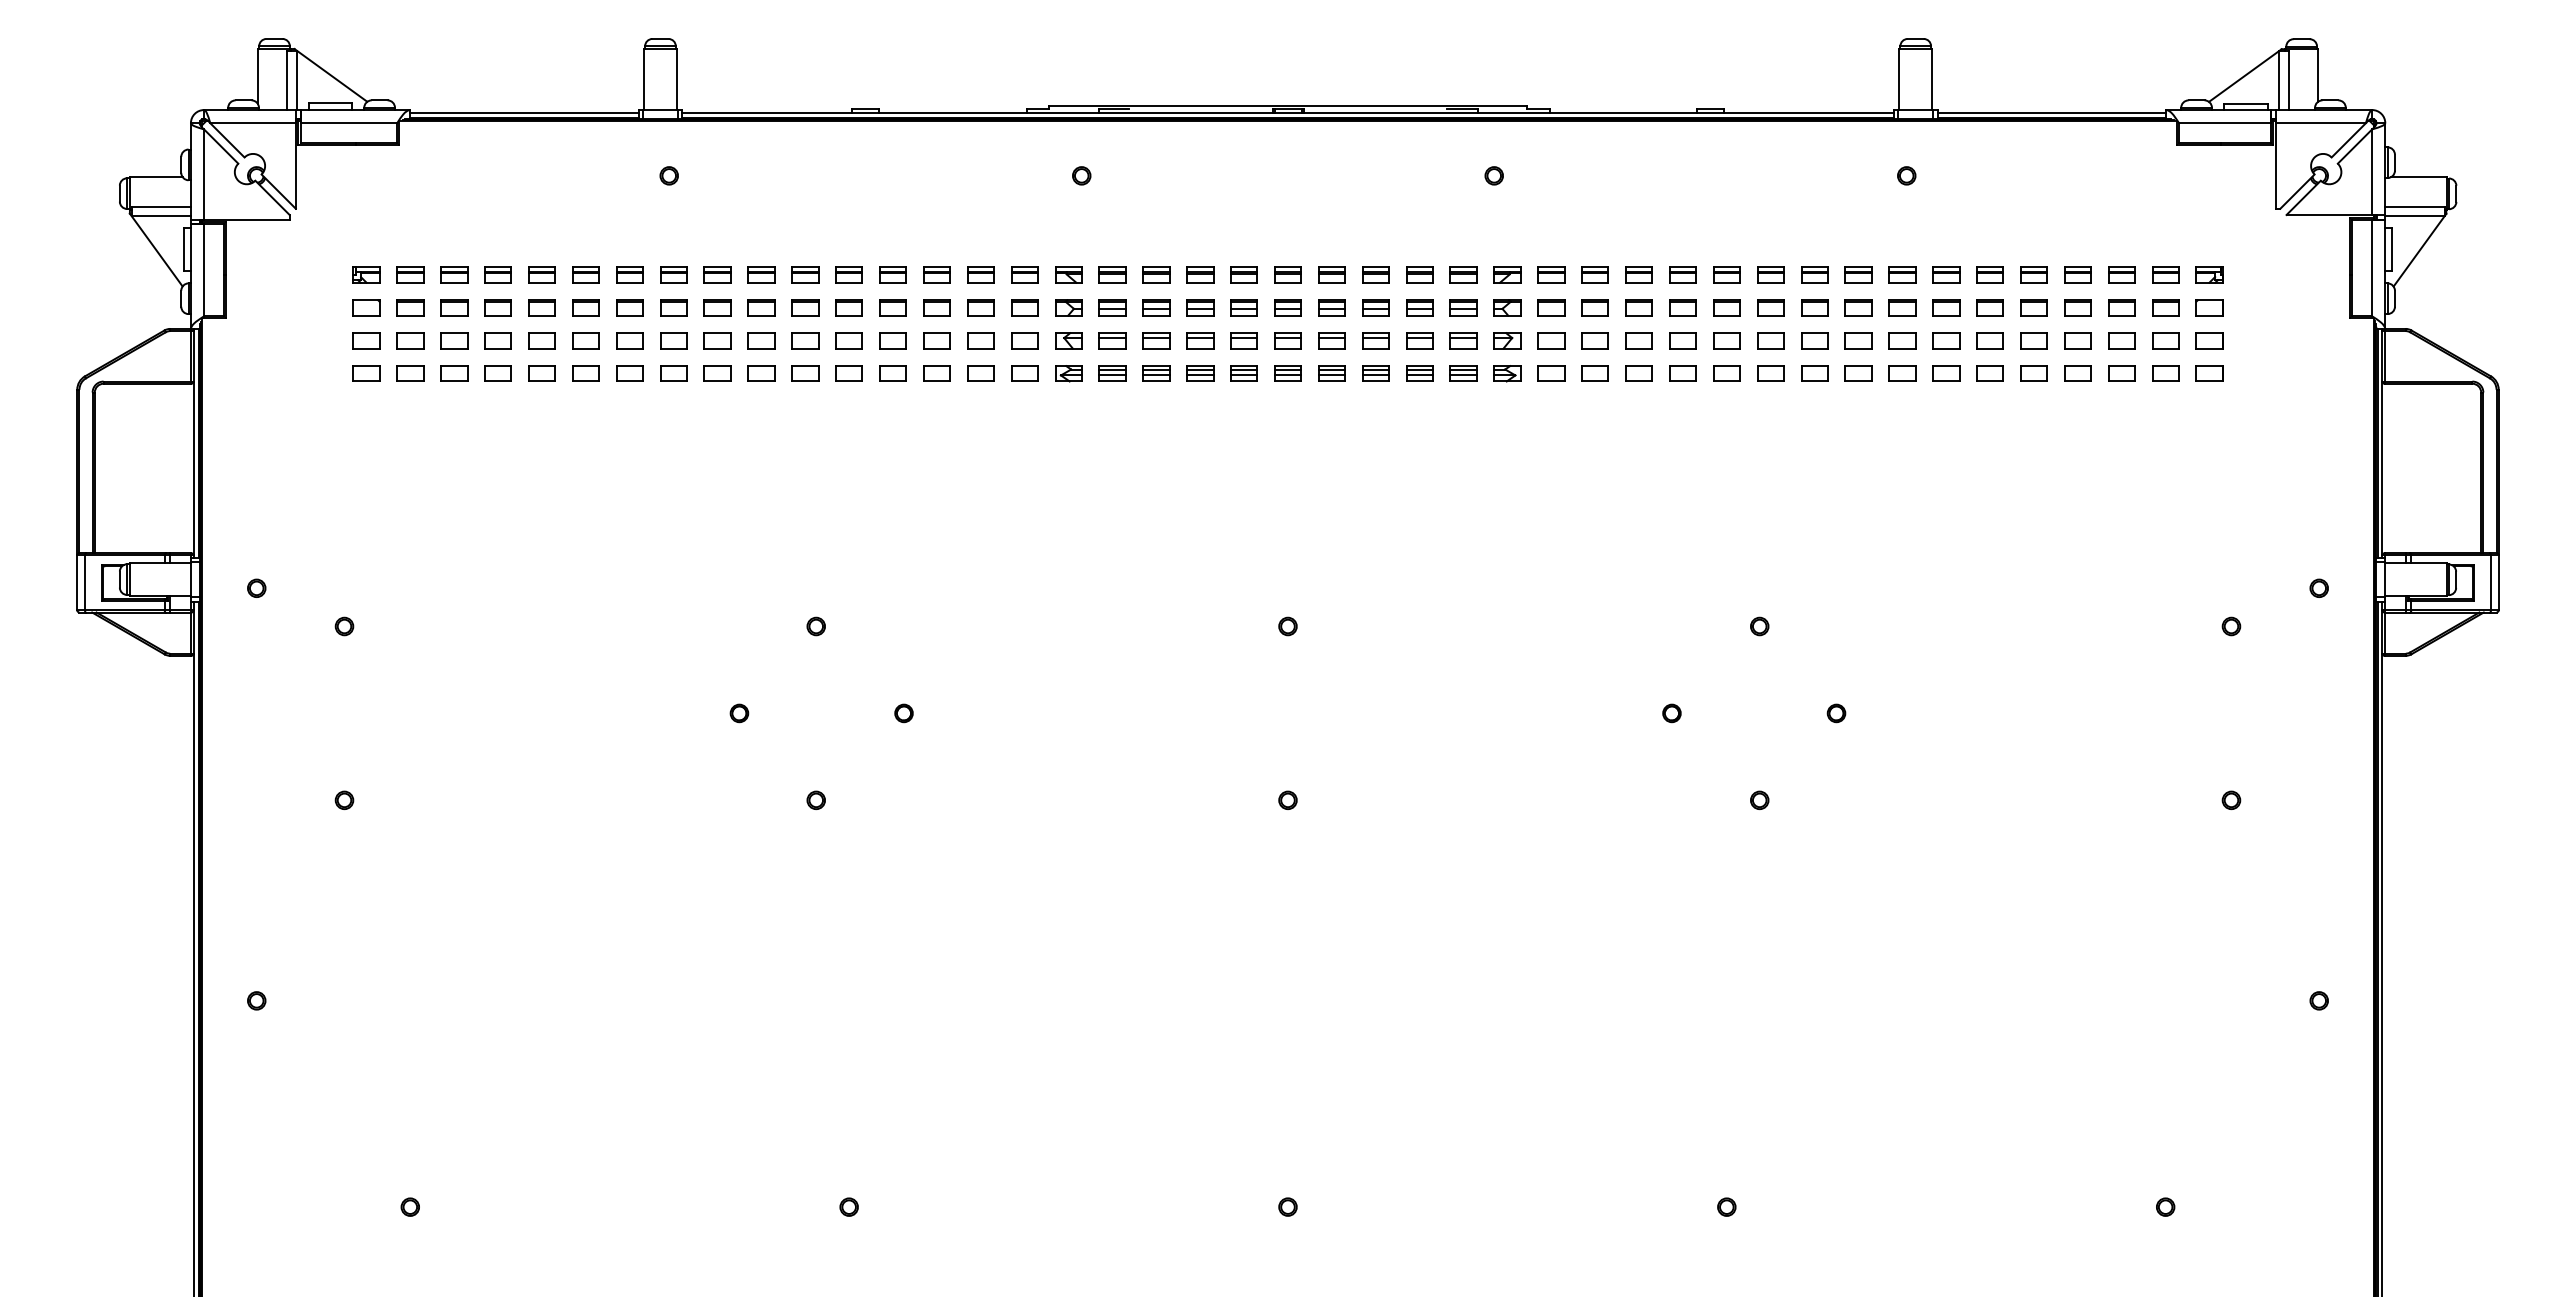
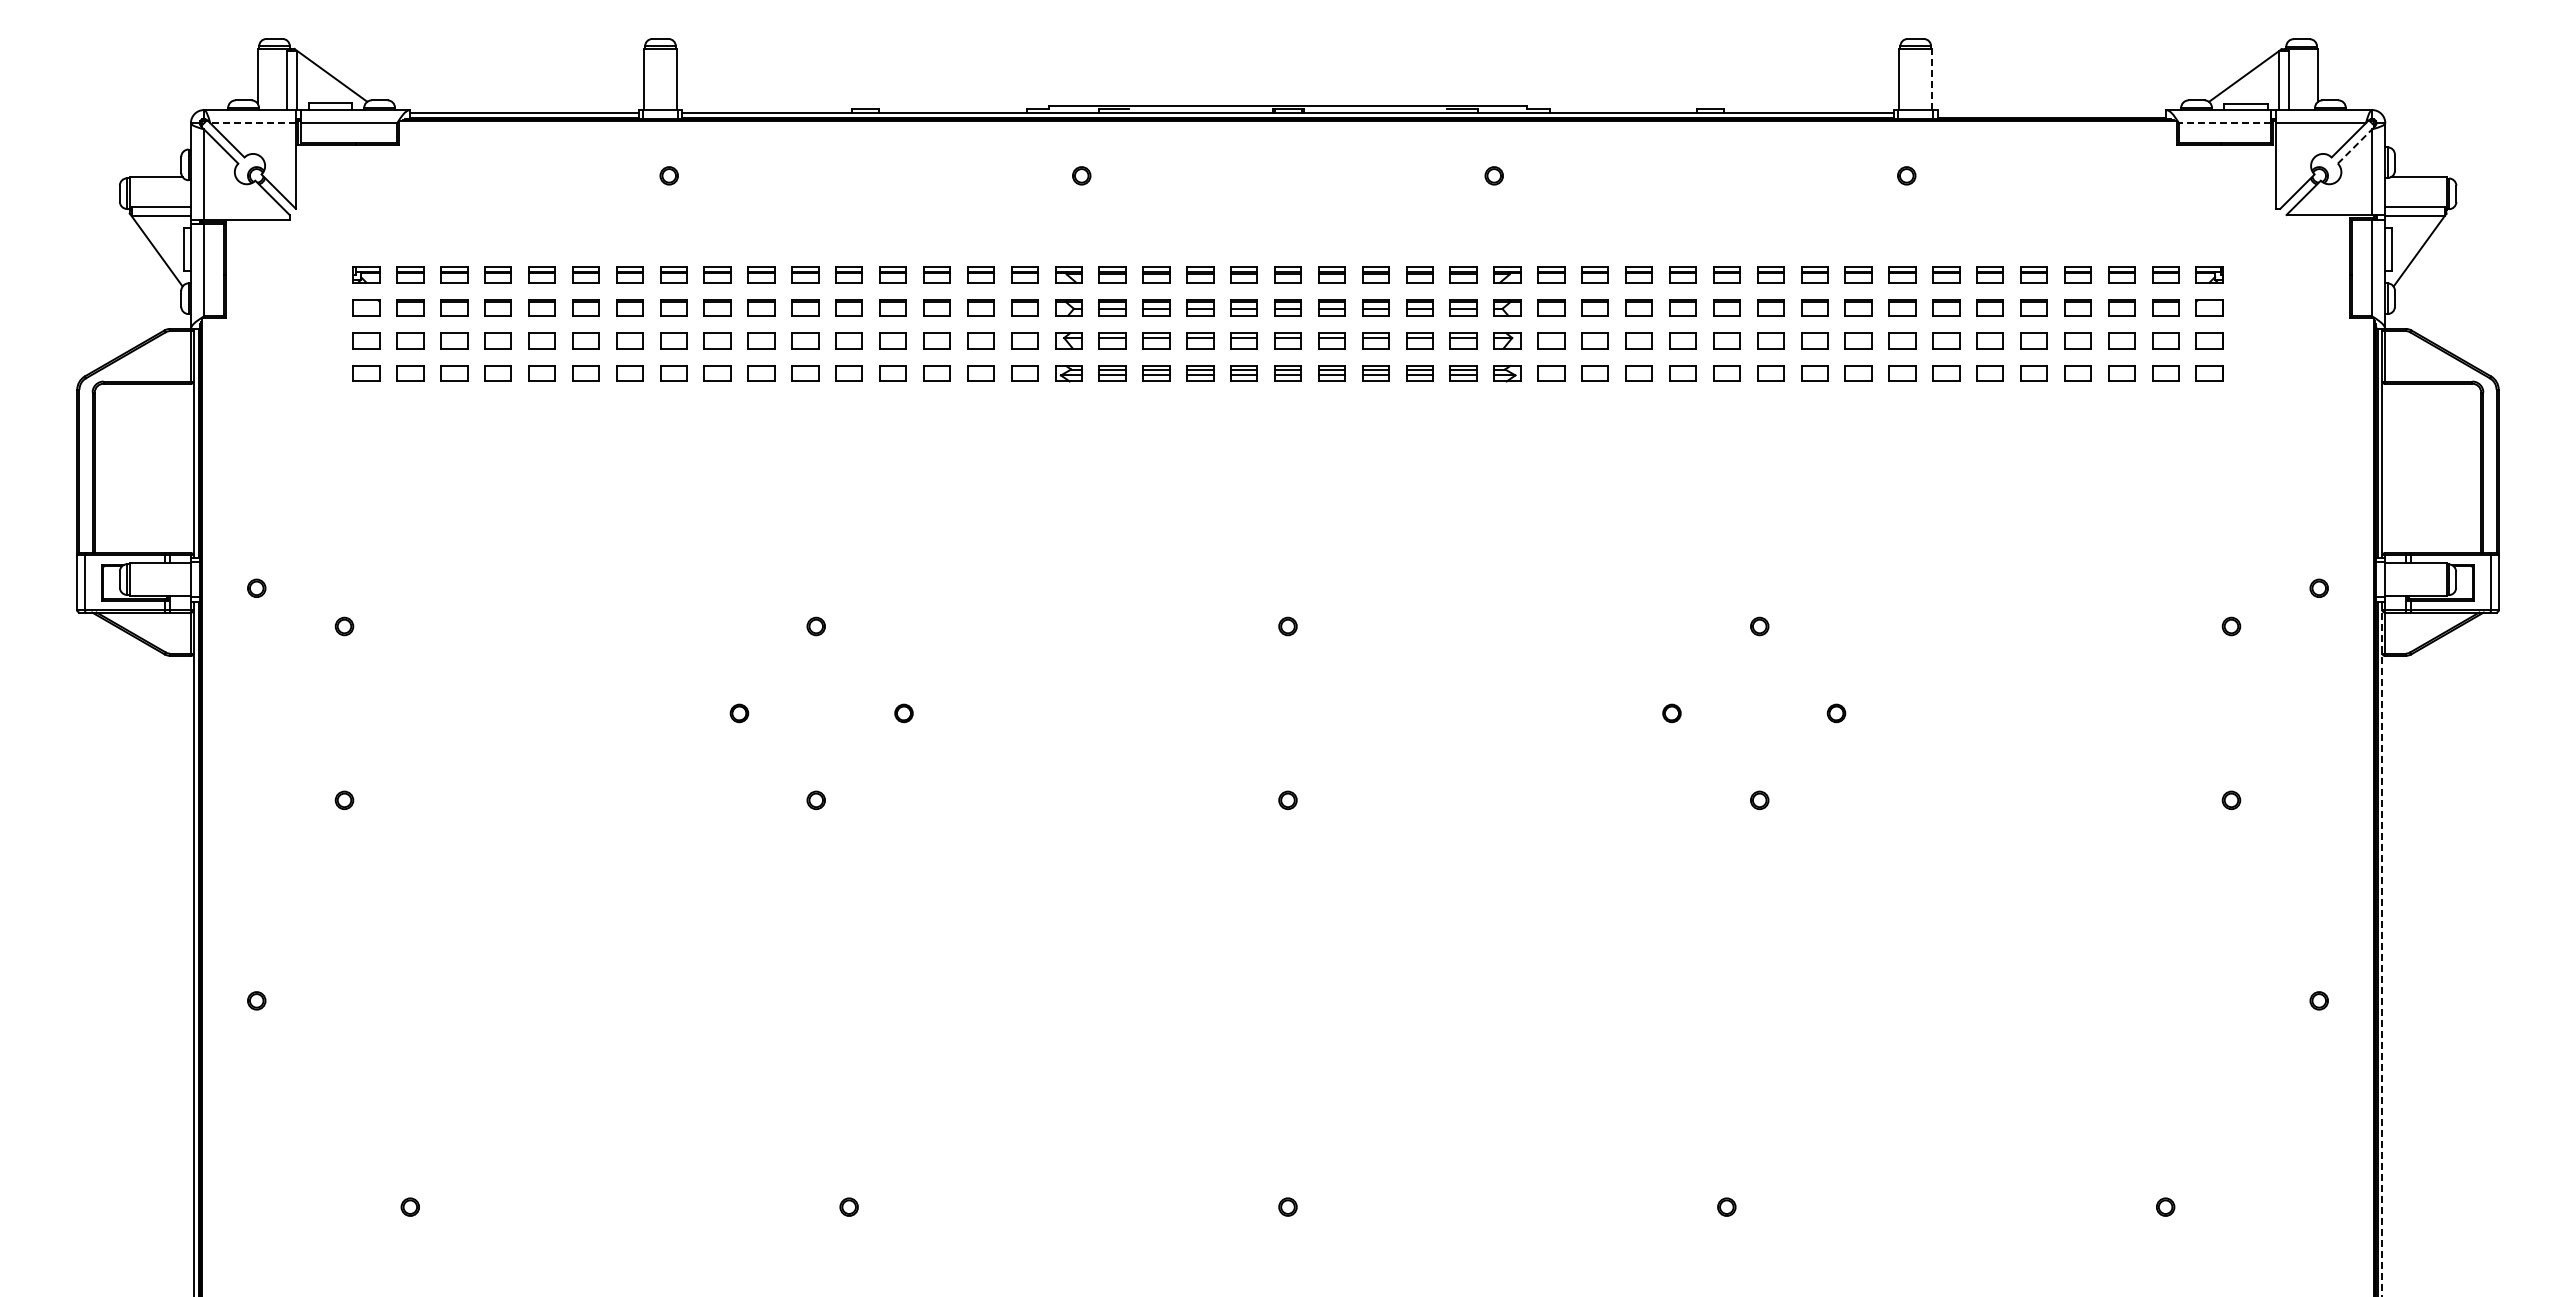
line at (1932, 79): solid -> dashed
line at (2051, 112): present -> none
line at (253, 123): solid -> dashed
line at (2224, 123): solid -> dashed
line at (2355, 146): solid -> dashed
line at (2382, 949): solid -> dashed
